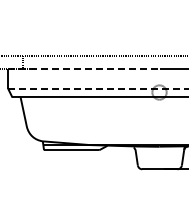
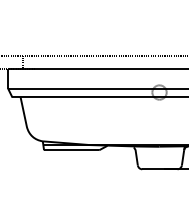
line at (84, 69): dashed -> solid
line at (98, 88): dashed -> solid
